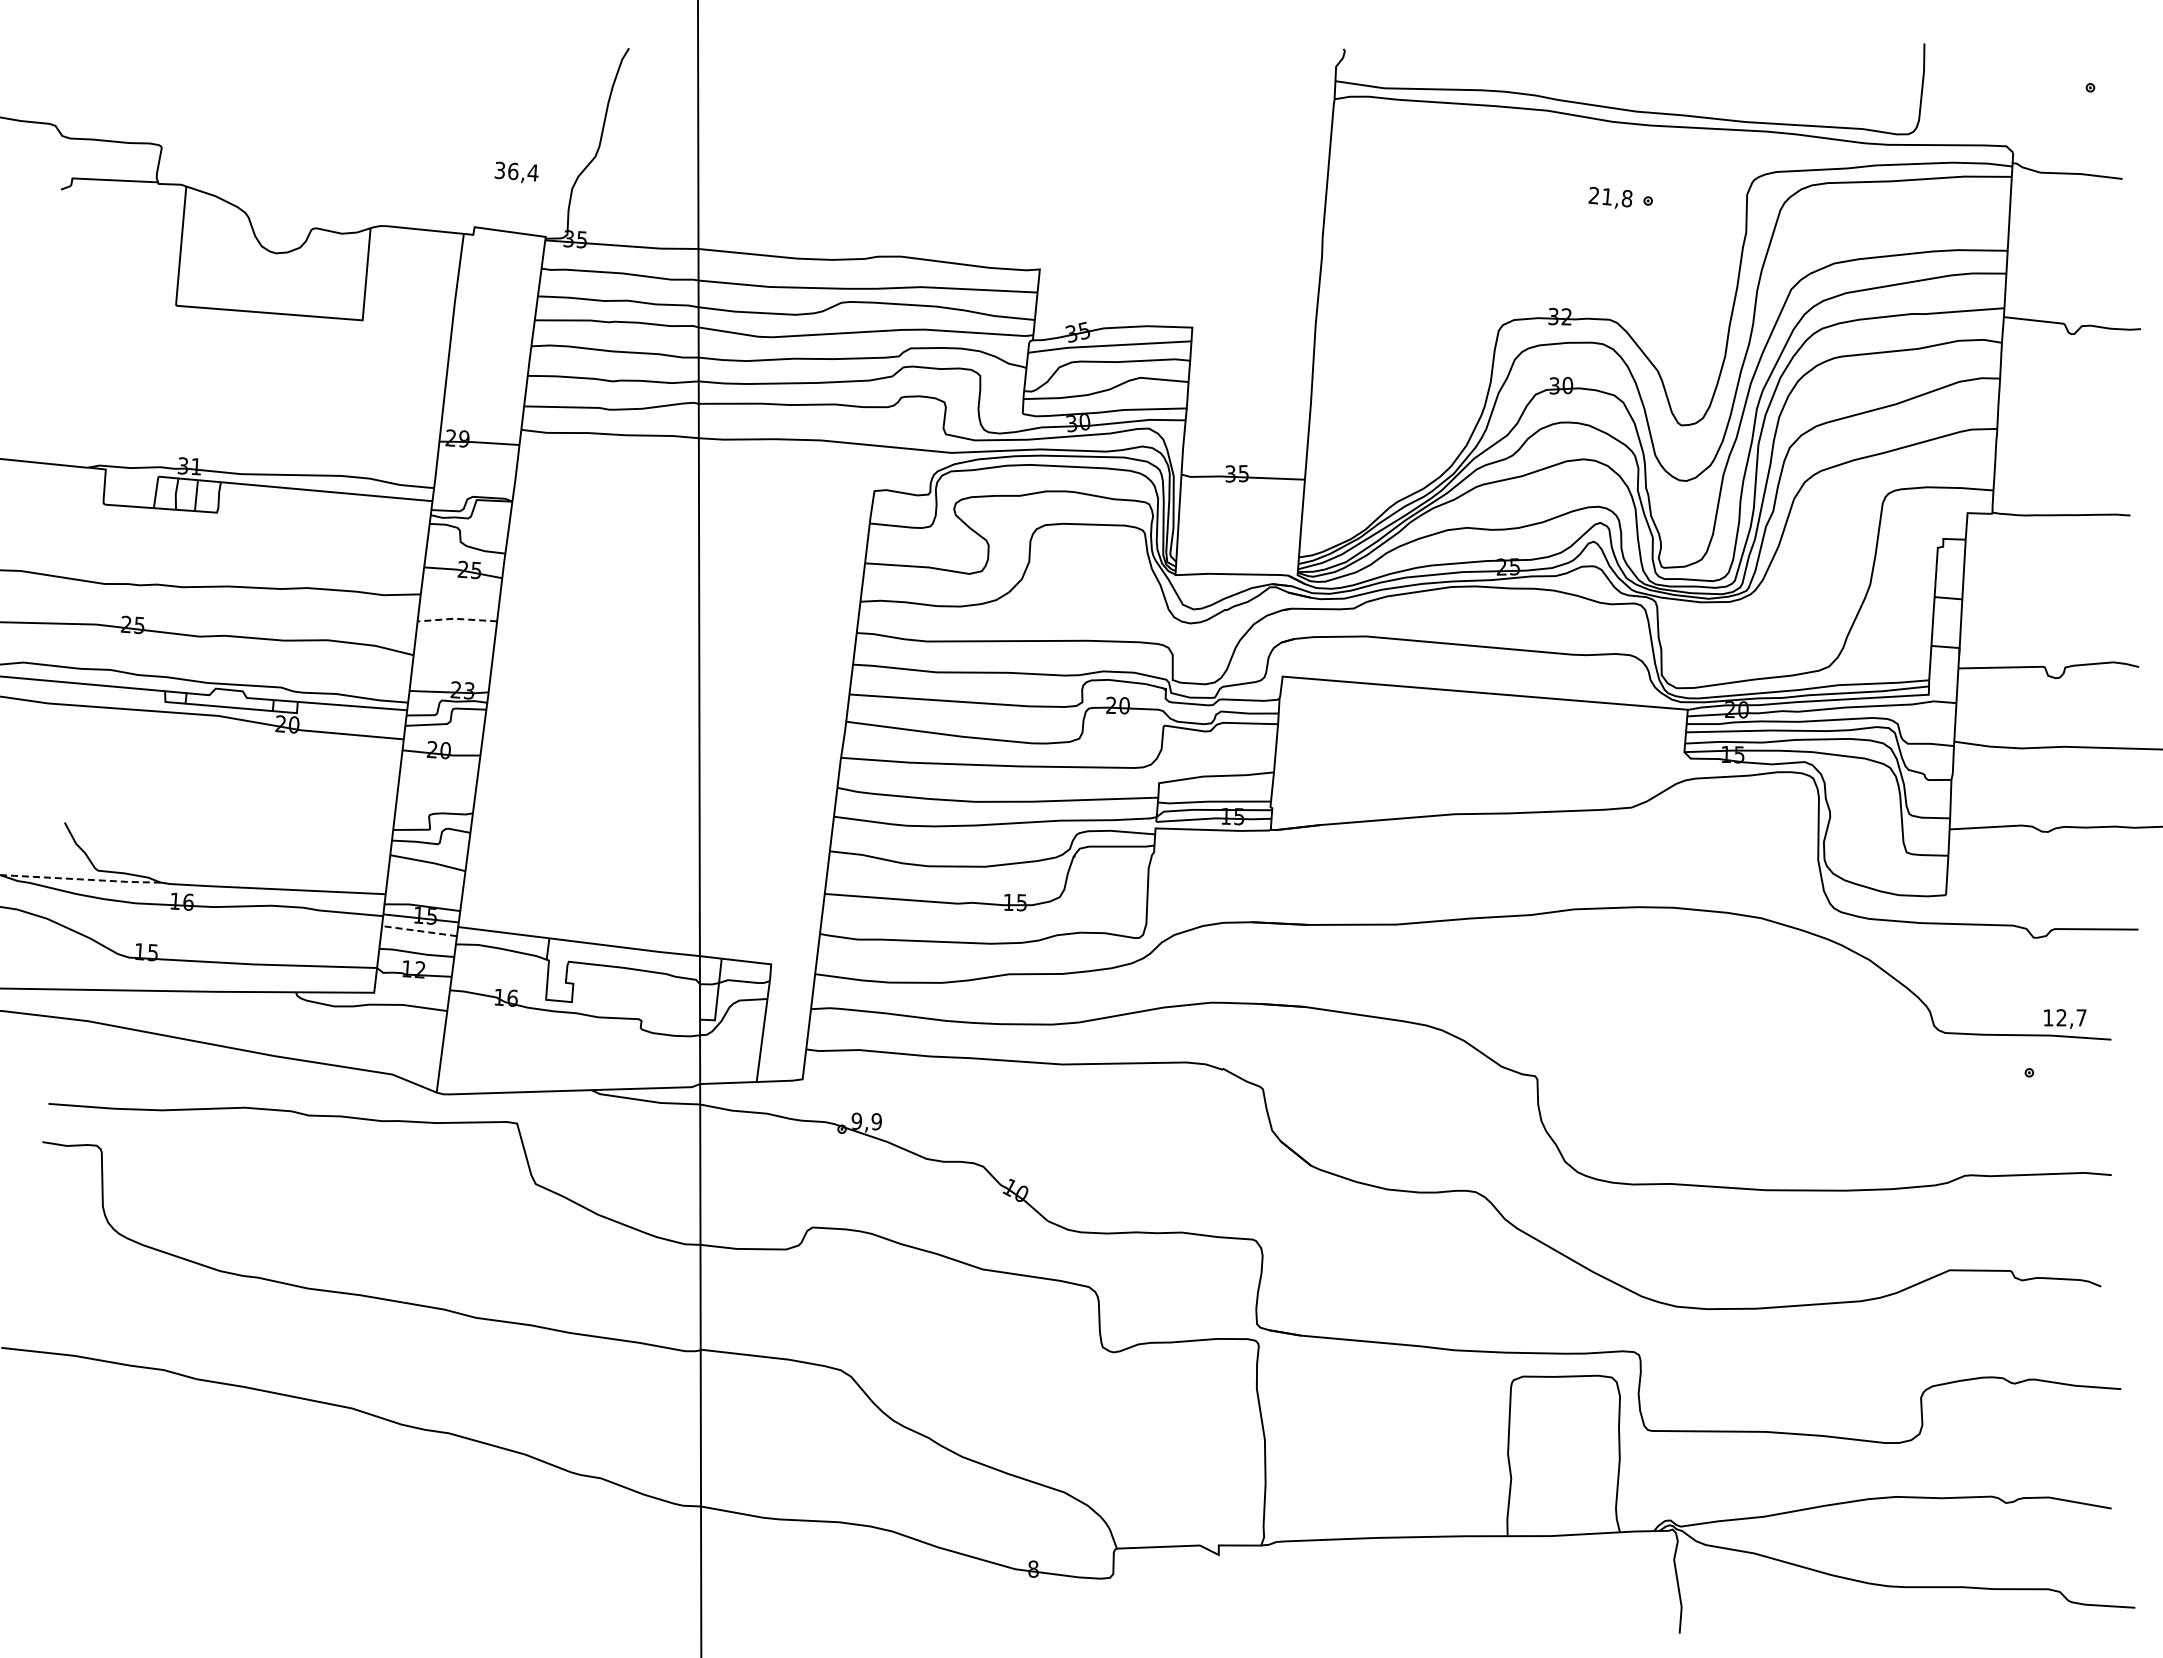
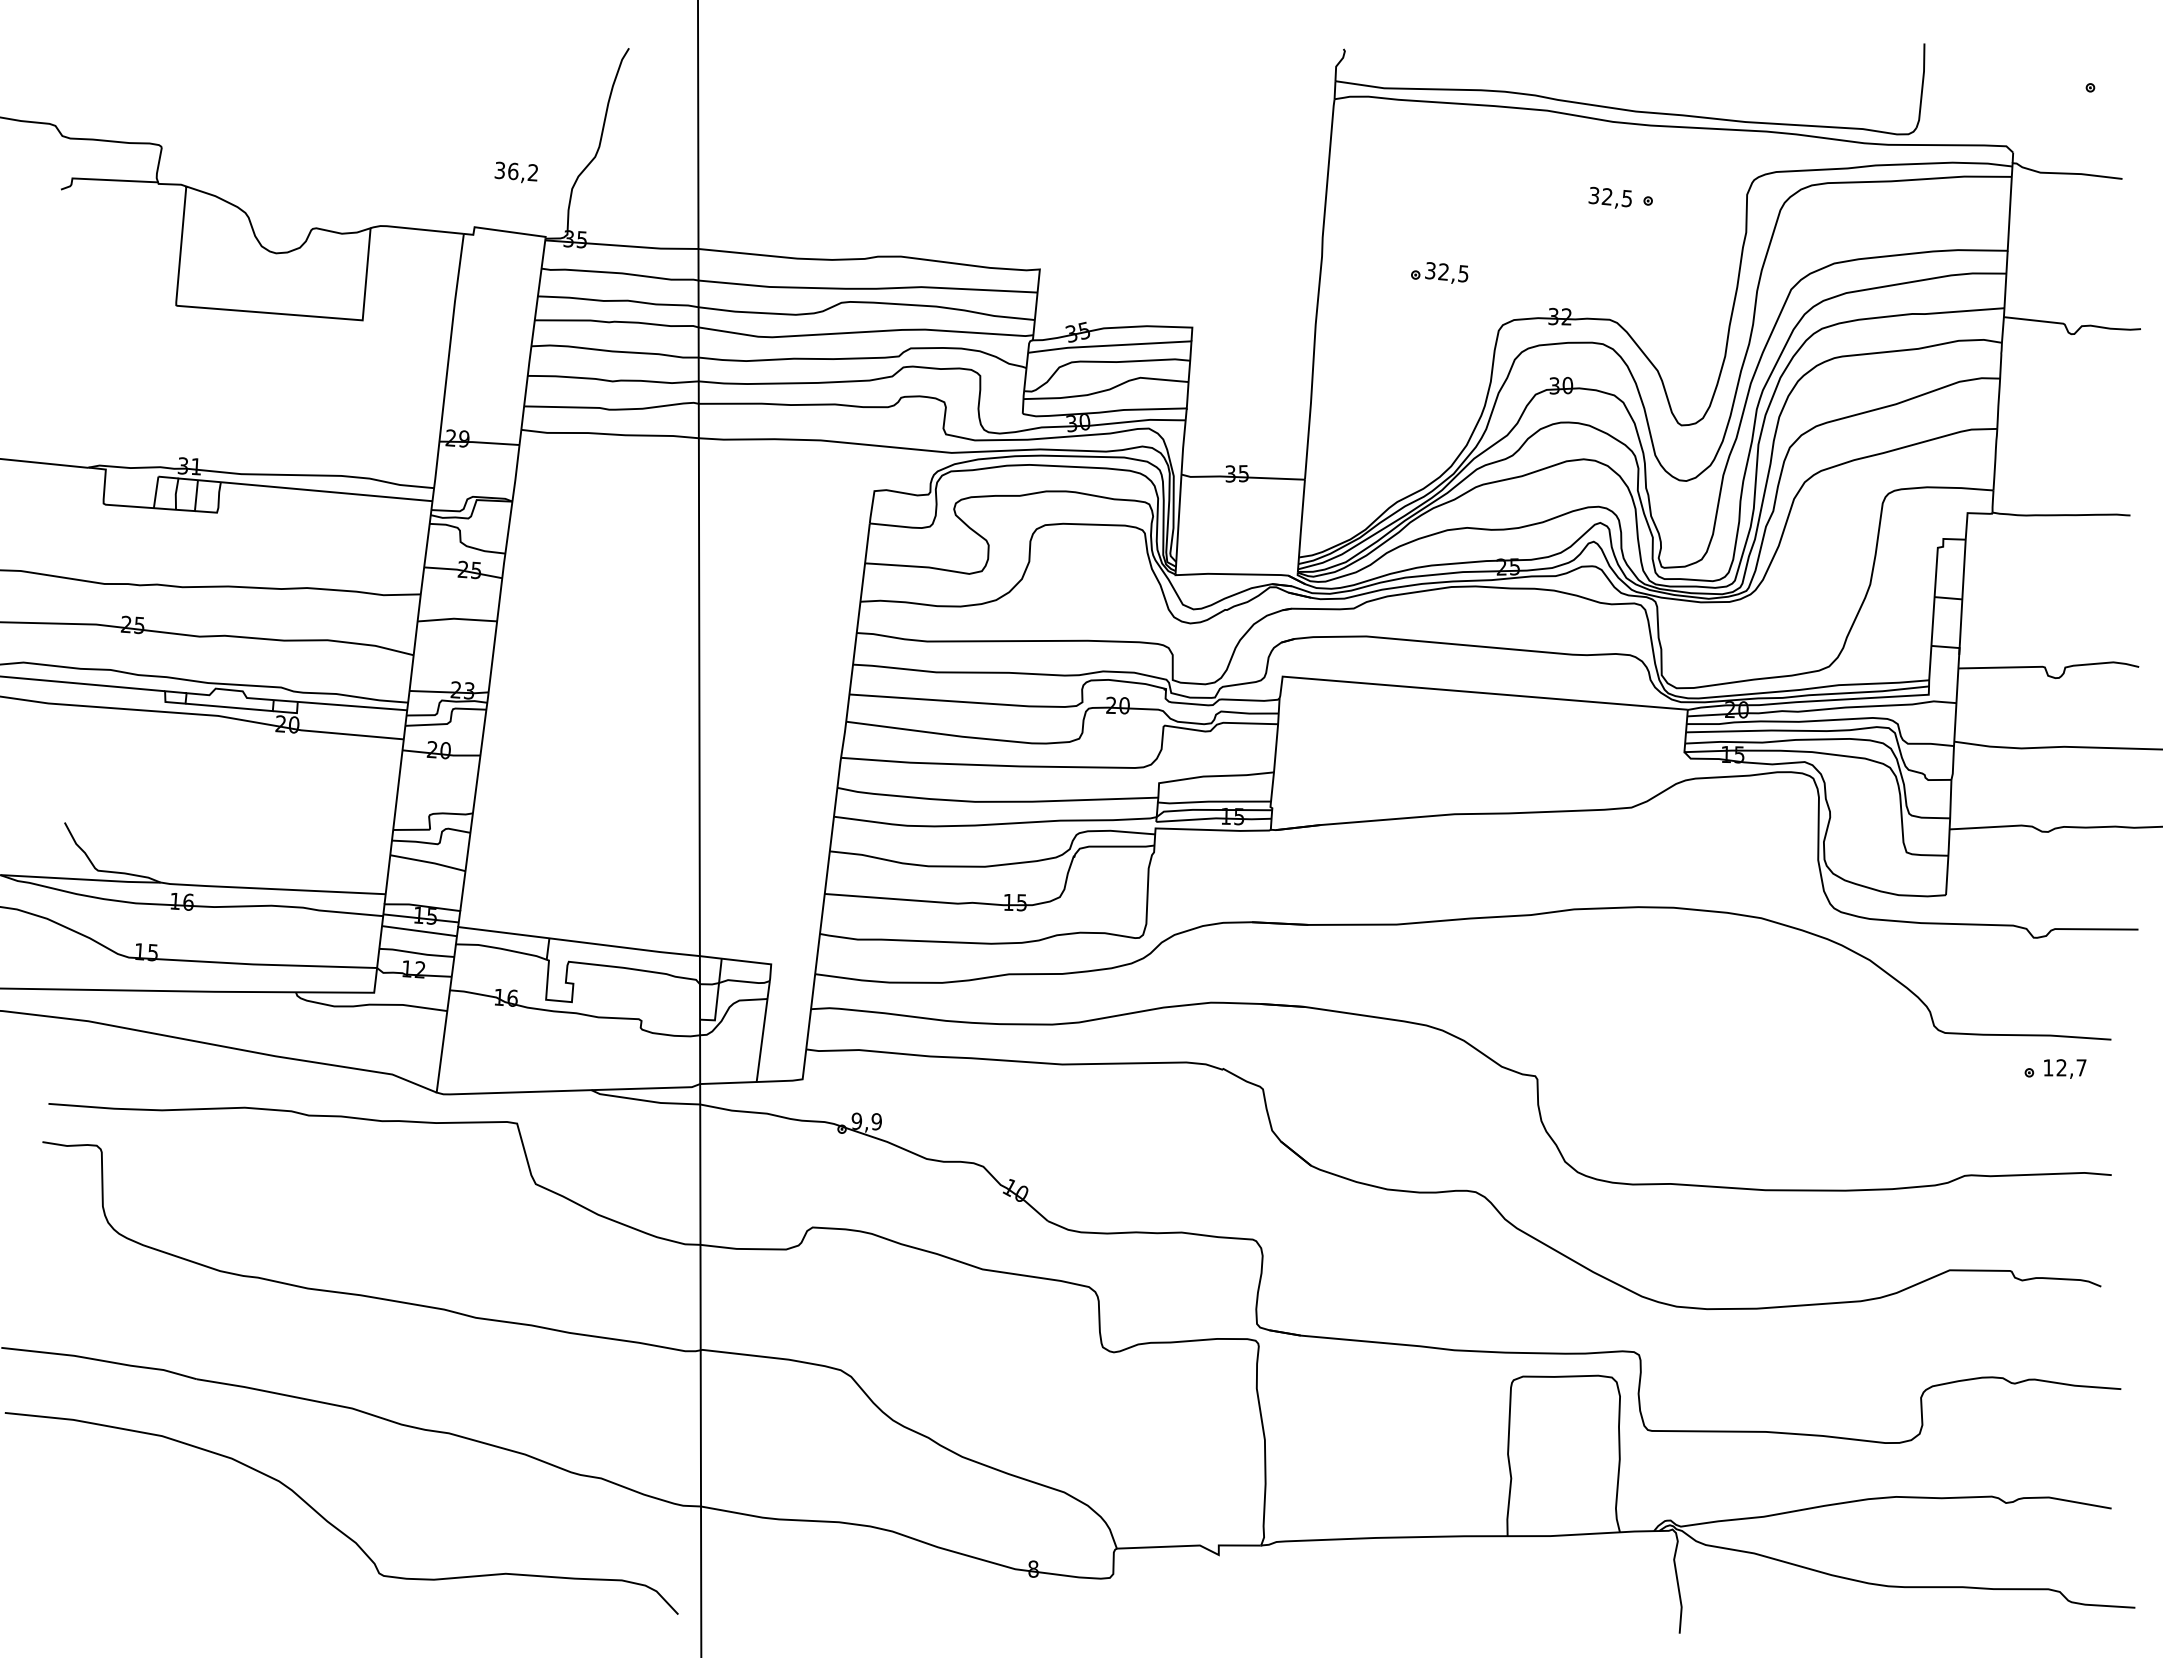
text at (532, 172): 36,4 -> 36,2
text at (1610, 197): 21,8 -> 32,5
part at (1439, 272): none -> present
line at (455, 618): dashed -> solid
line at (80, 879): dashed -> solid
line at (420, 931): dashed -> solid
text at (2065, 1018) position: (2065, 1018) -> (2065, 1068)
curve at (333, 1524): none -> present
